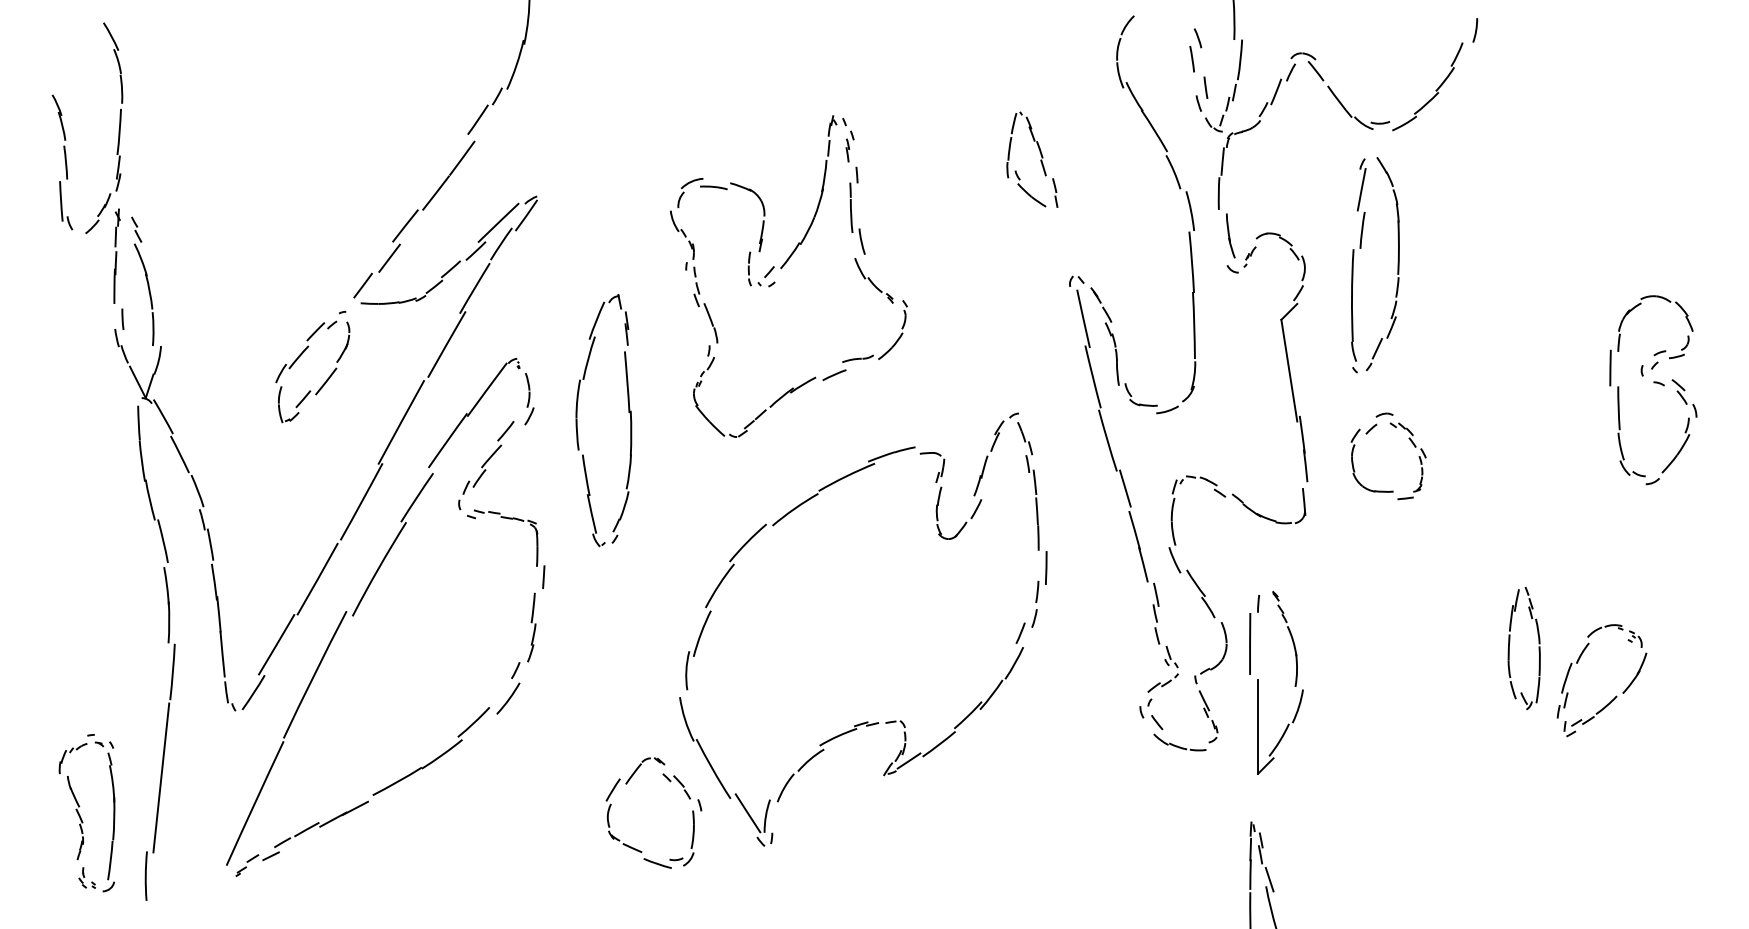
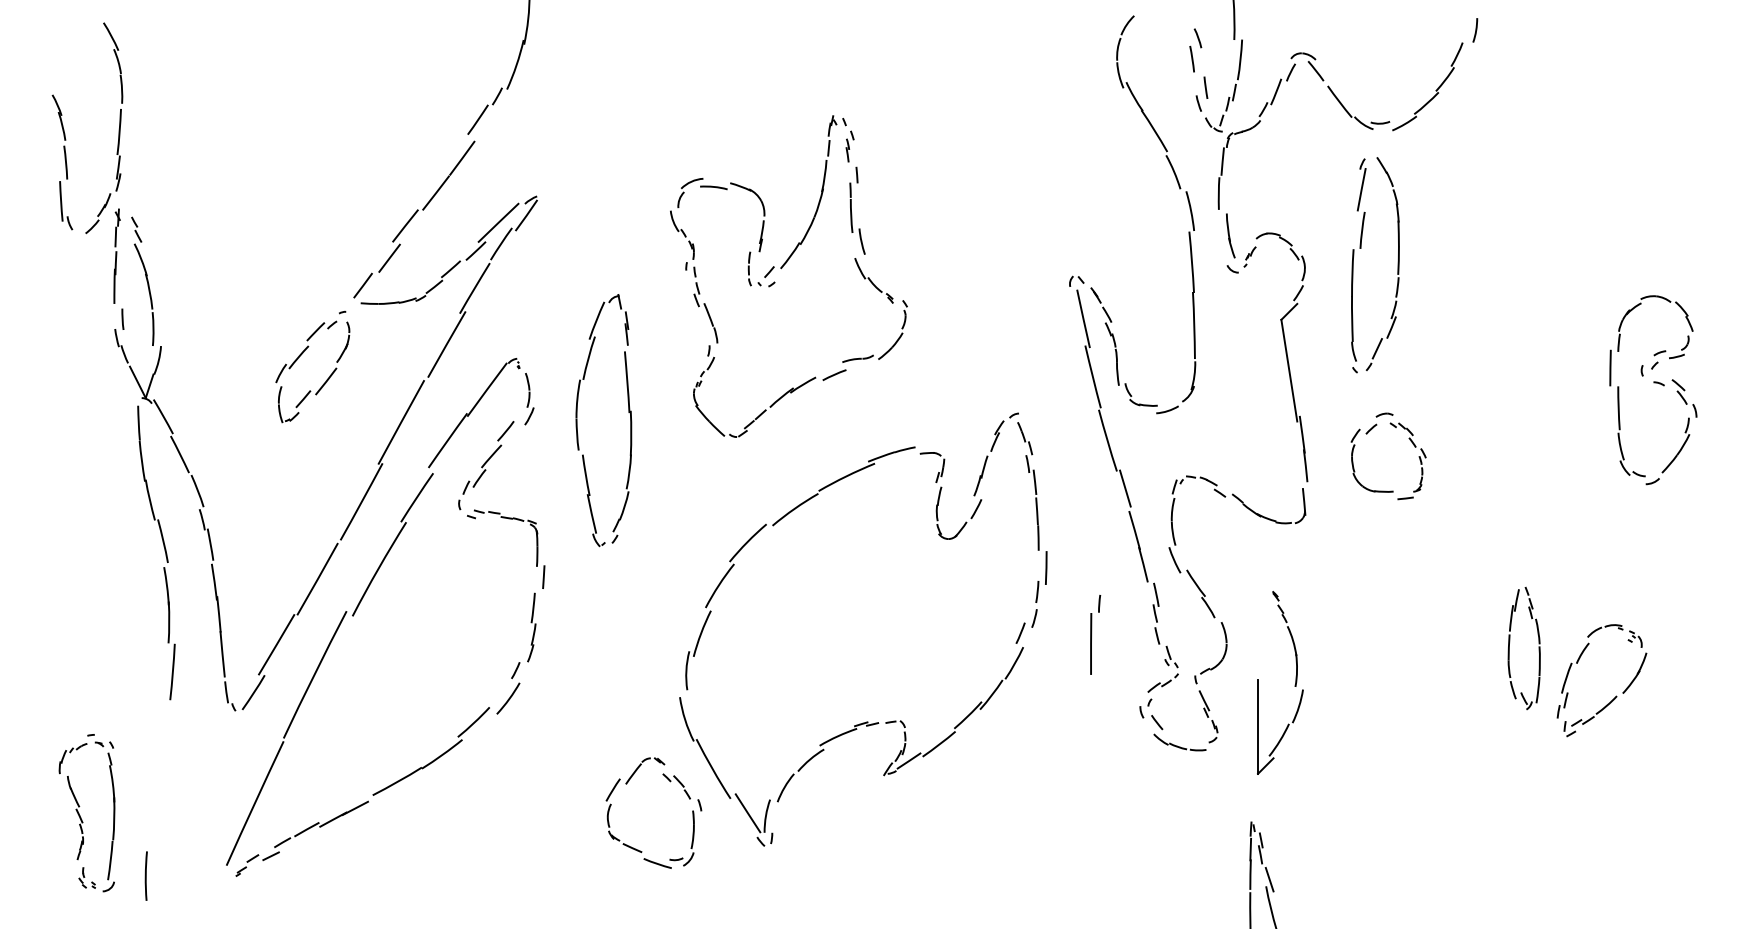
part at (1040, 159): present -> none
part at (1254, 634) position: (1254, 634) -> (1095, 634)
line at (161, 777): present -> none
